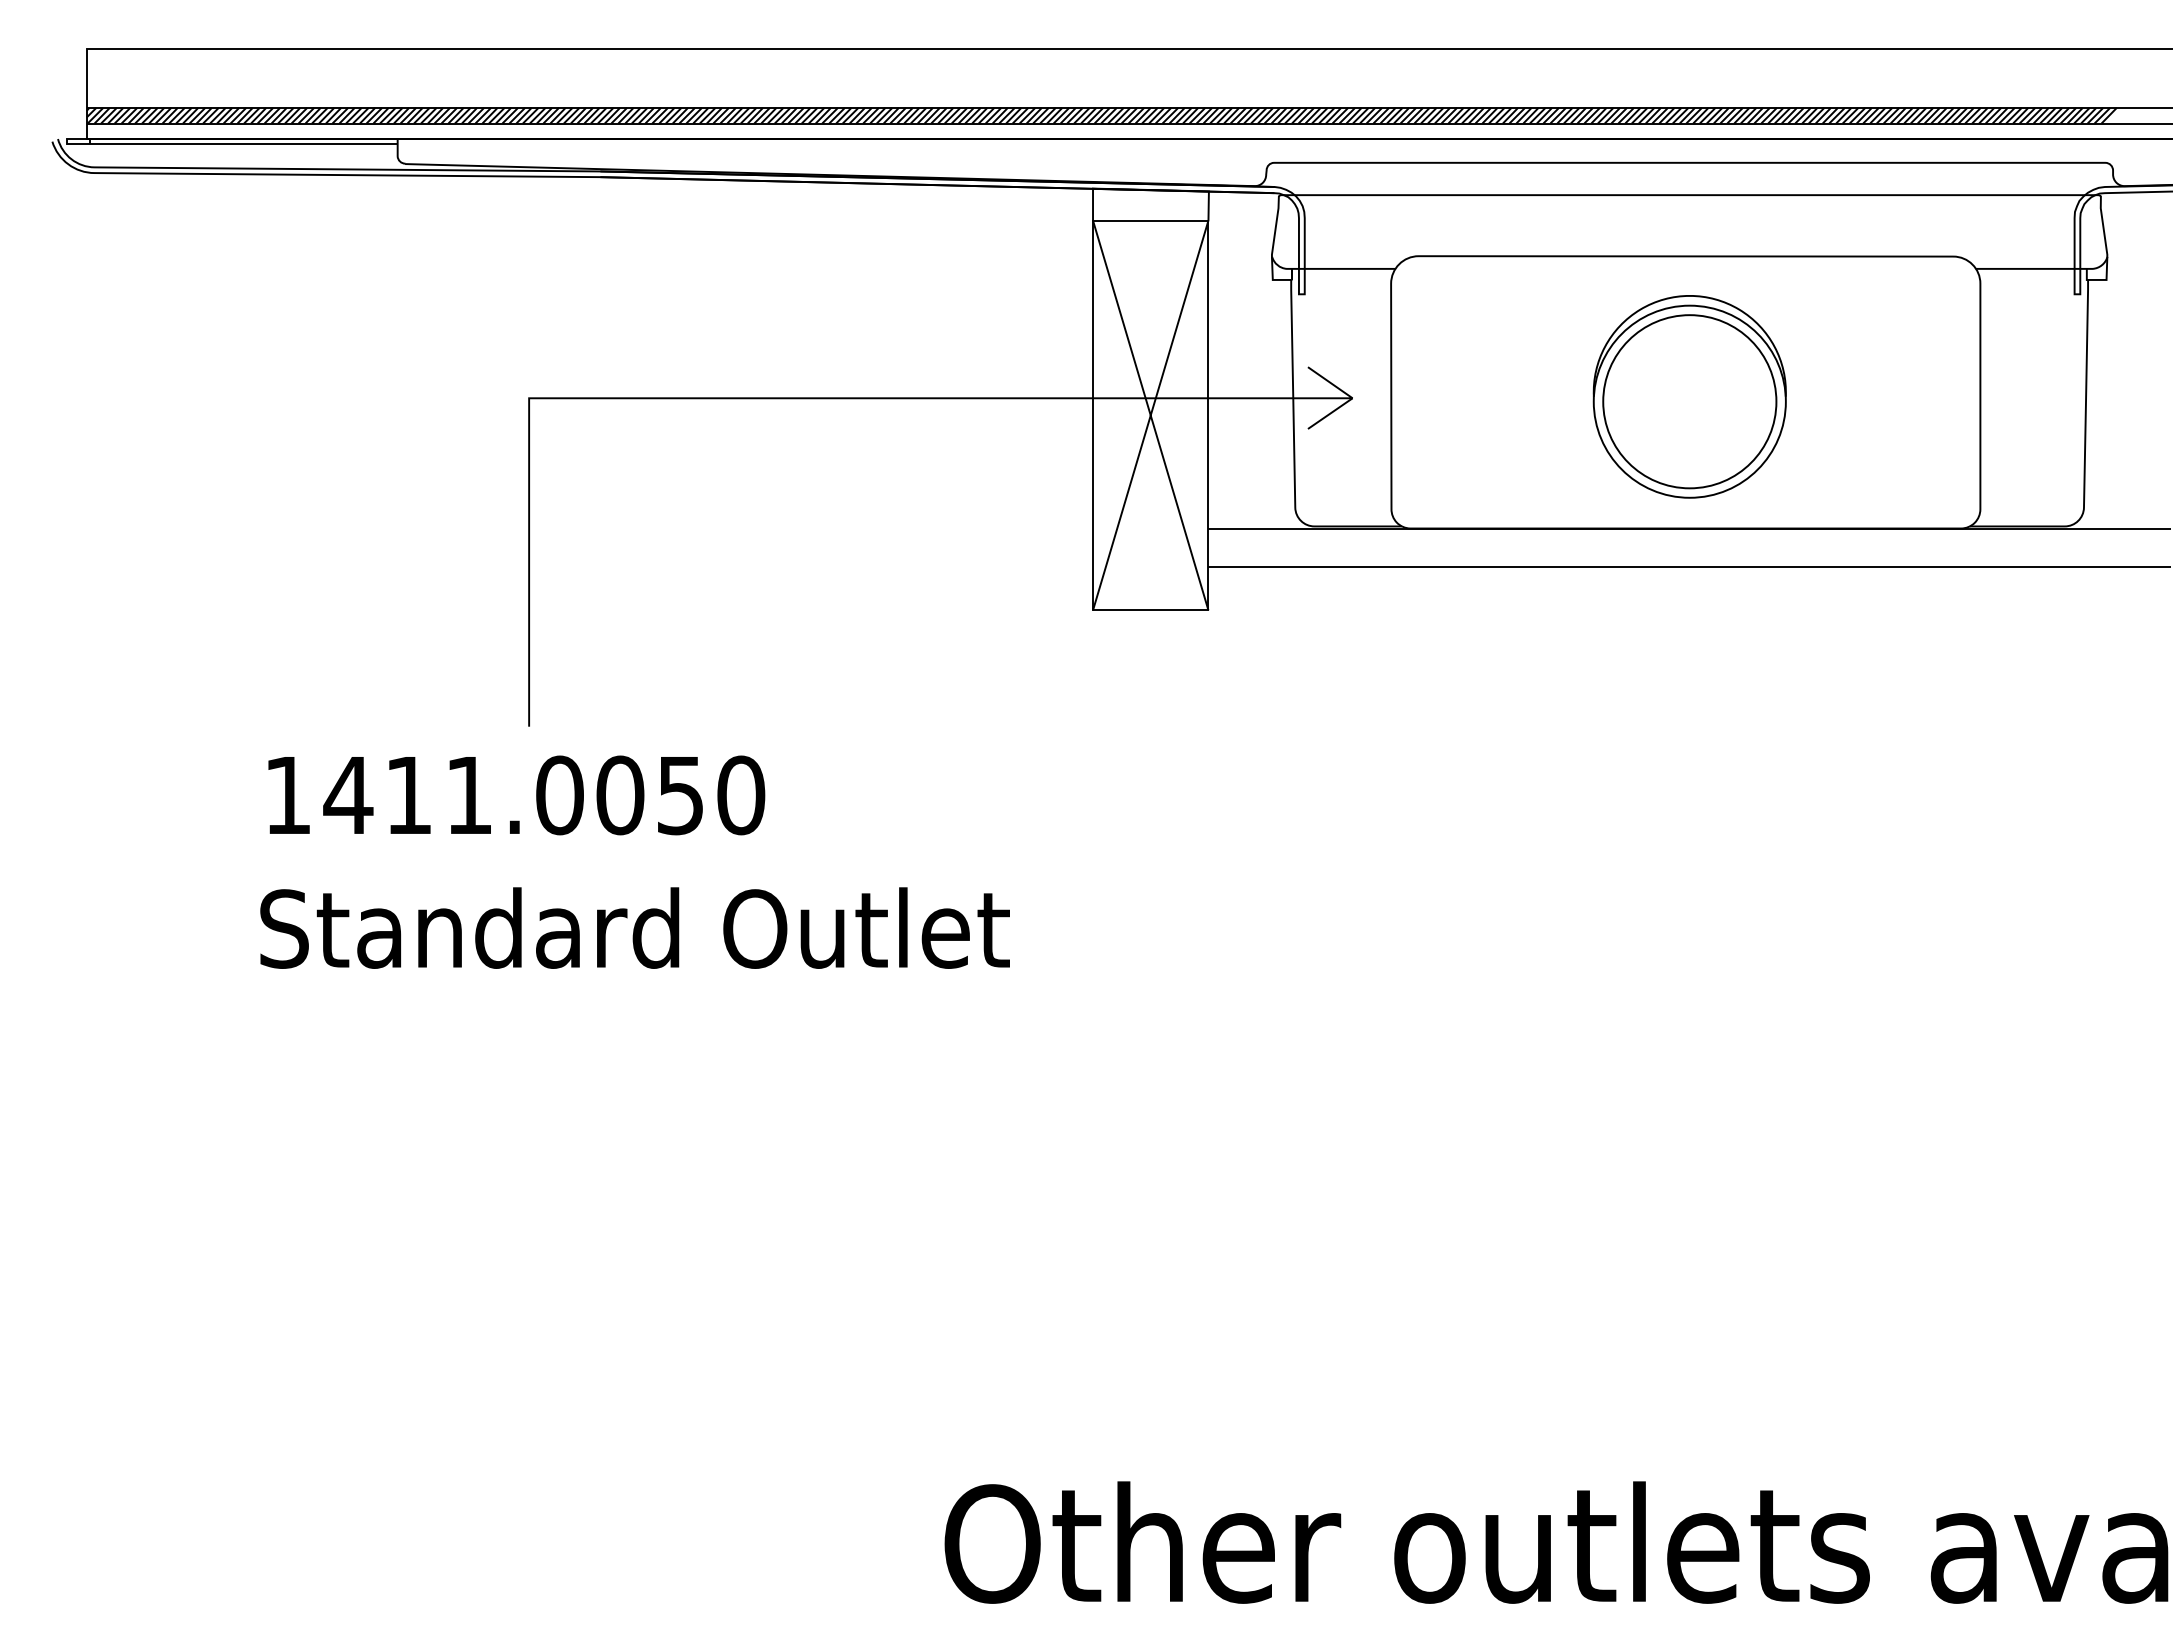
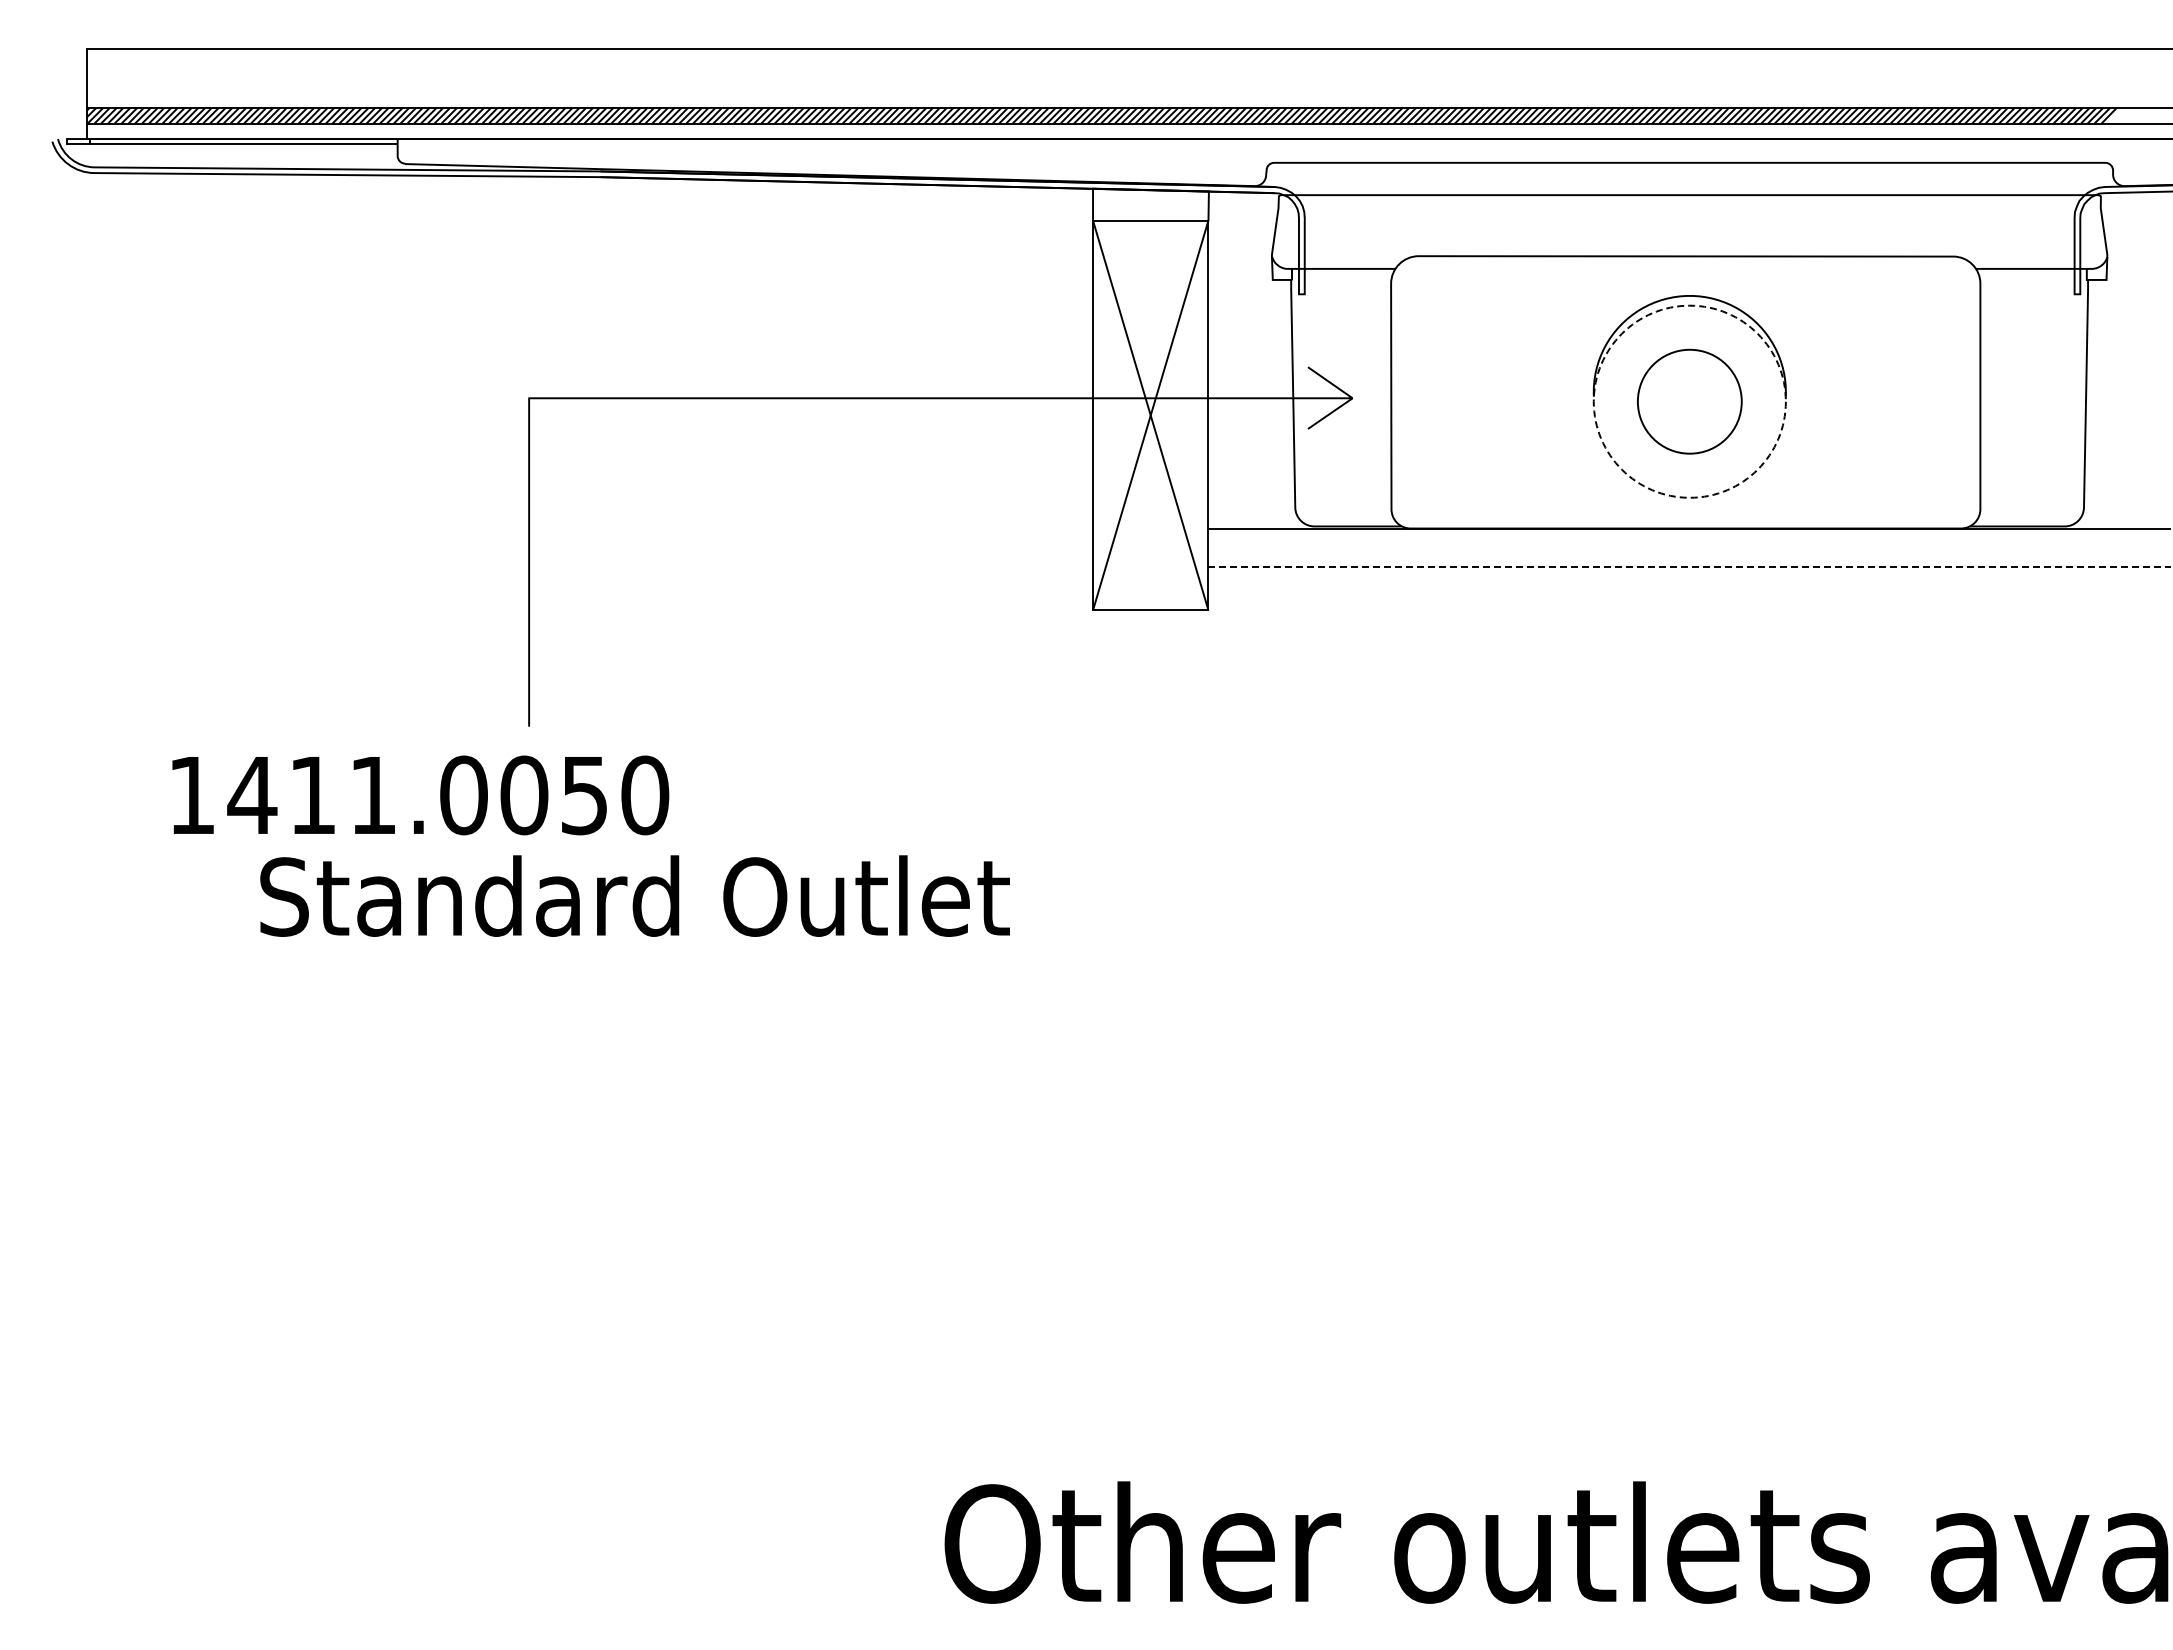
circle at (1689, 401) diameter: 173 px -> 104 px
circle at (1689, 401): solid -> dashed
line at (1690, 567): solid -> dashed
text at (516, 795) position: (516, 795) -> (420, 795)
text at (634, 927) position: (634, 927) -> (634, 895)
